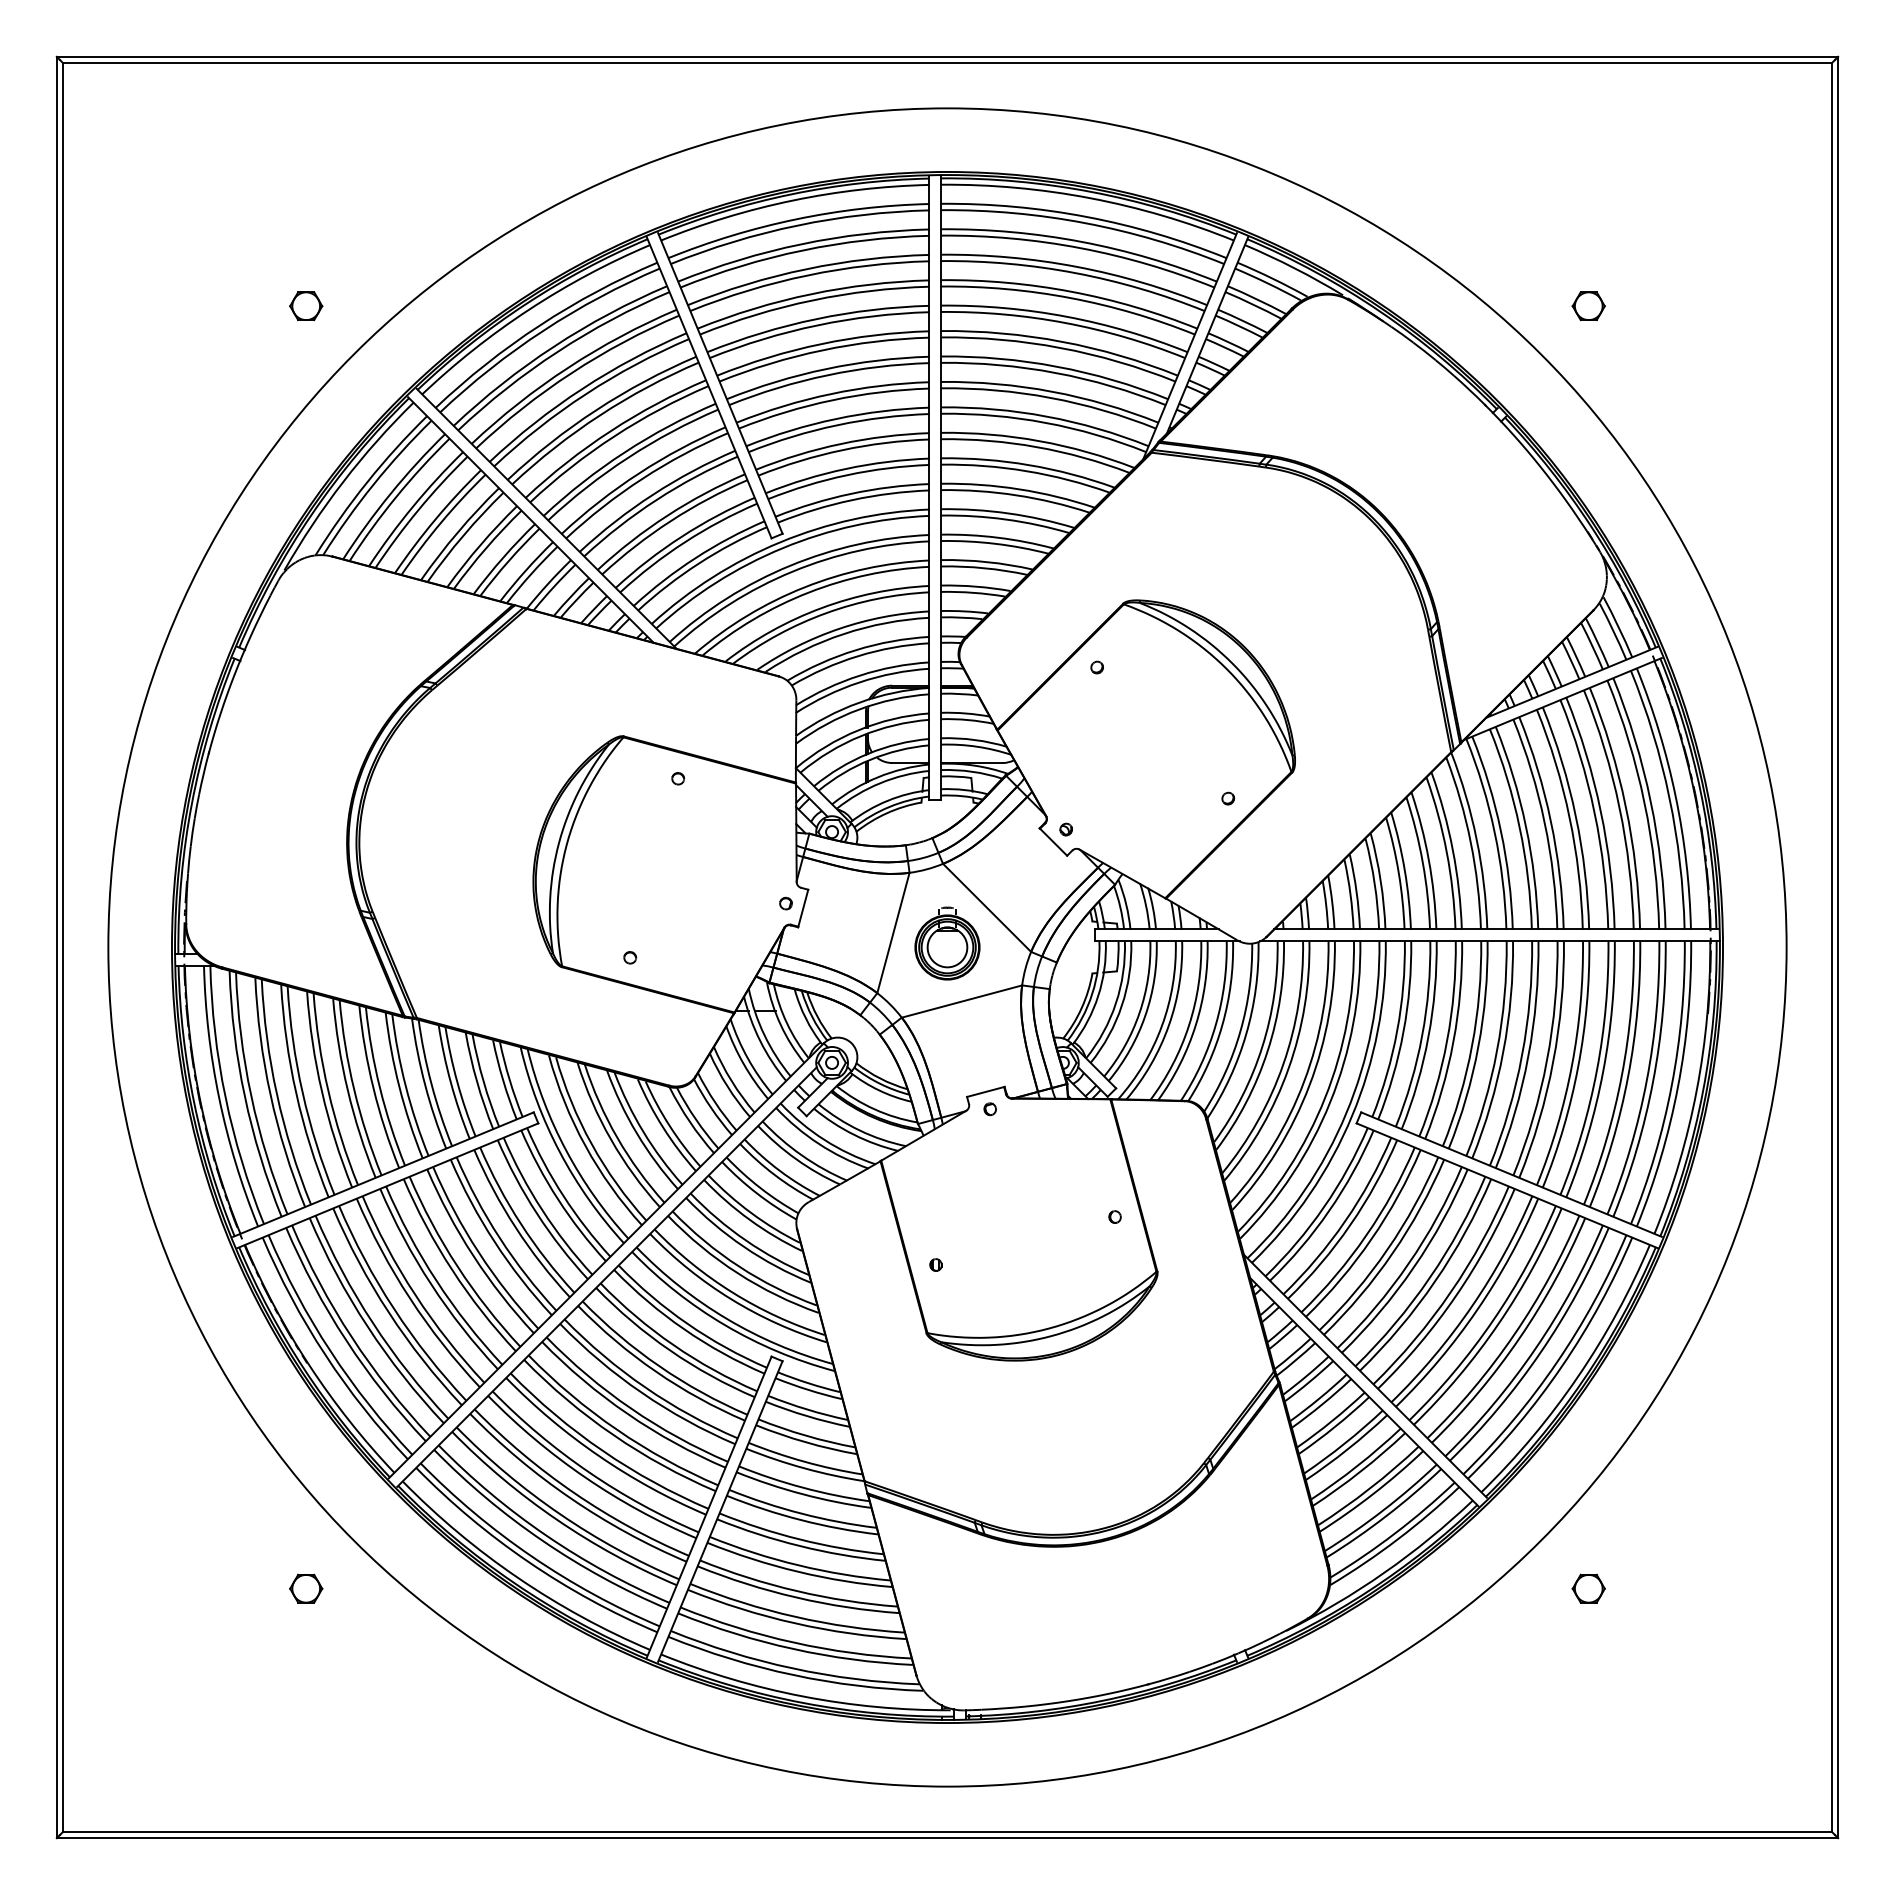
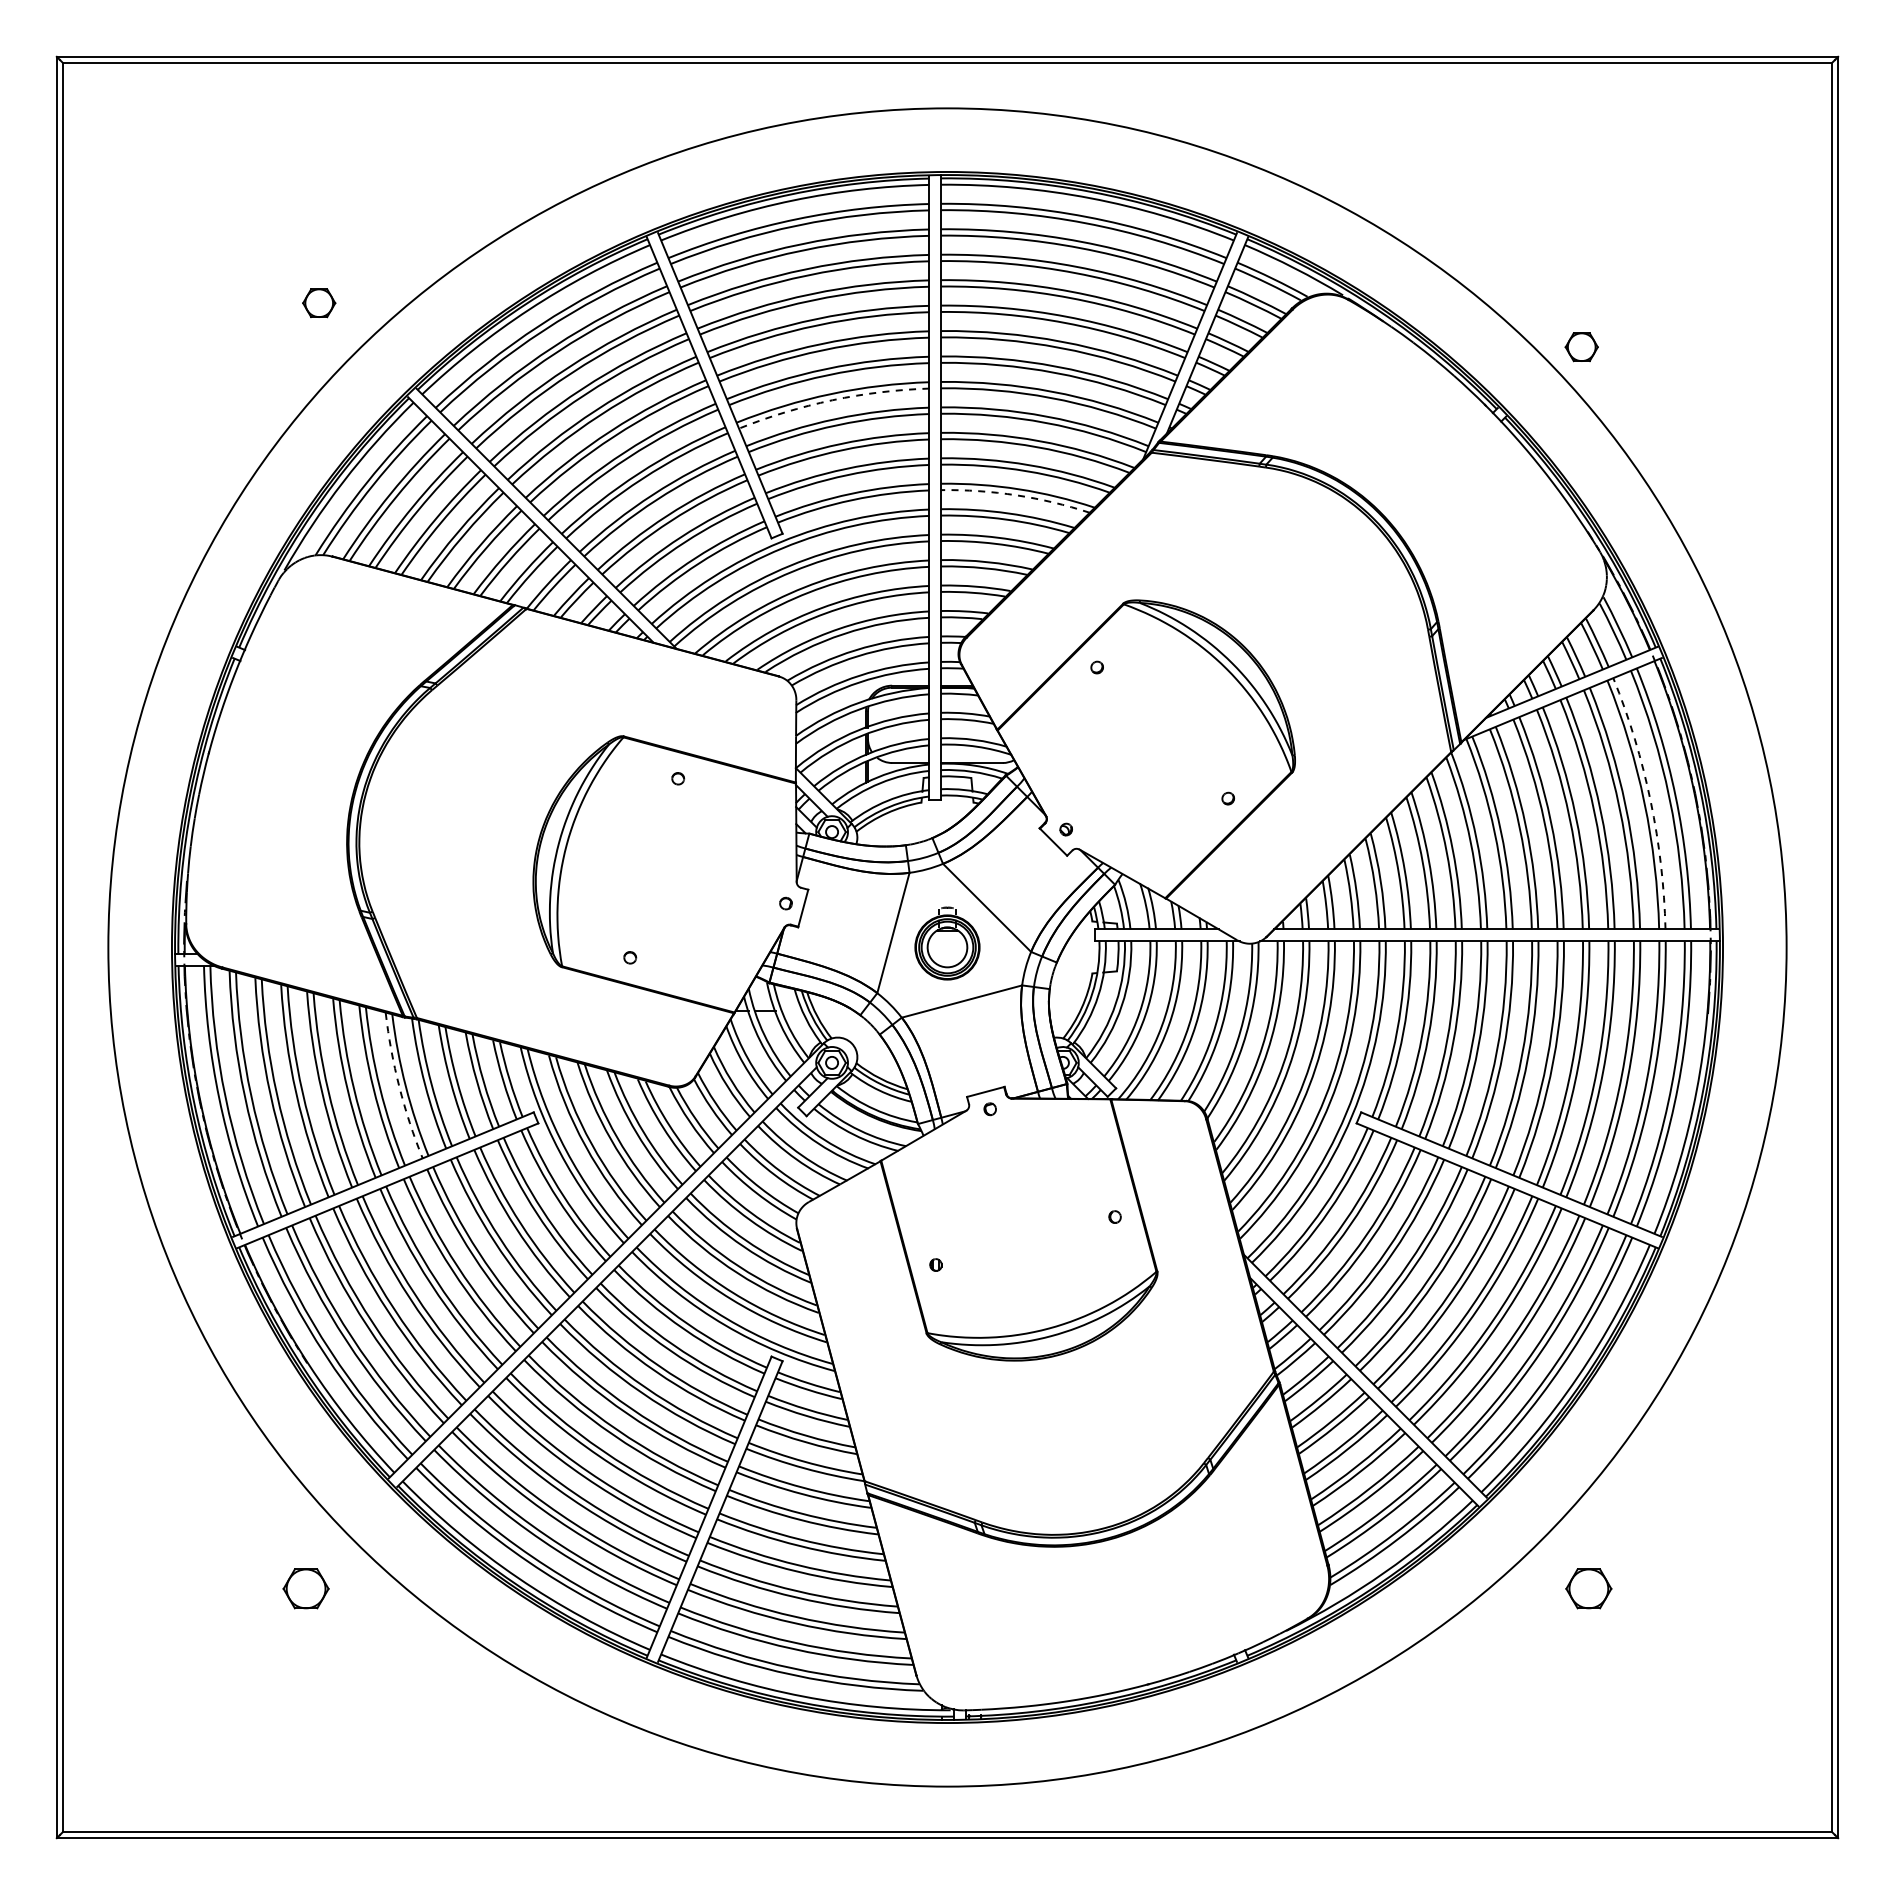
part at (306, 306) position: (306, 306) -> (319, 303)
part at (1588, 306) position: (1588, 306) -> (1581, 347)
arc at (832, 400): solid -> dashed
arc at (1016, 495): solid -> dashed
arc at (1650, 801): solid -> dashed
arc at (399, 1086): solid -> dashed
part at (306, 1588) size: 35x31 px -> 48x42 px
part at (1588, 1588) size: 35x31 px -> 48x42 px
